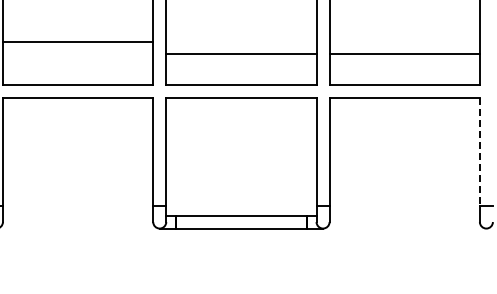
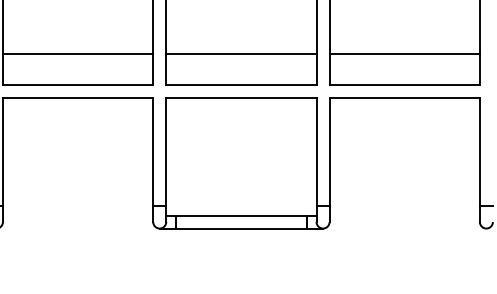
line at (77, 42) position: (77, 42) -> (77, 54)
line at (479, 151): dashed -> solid
